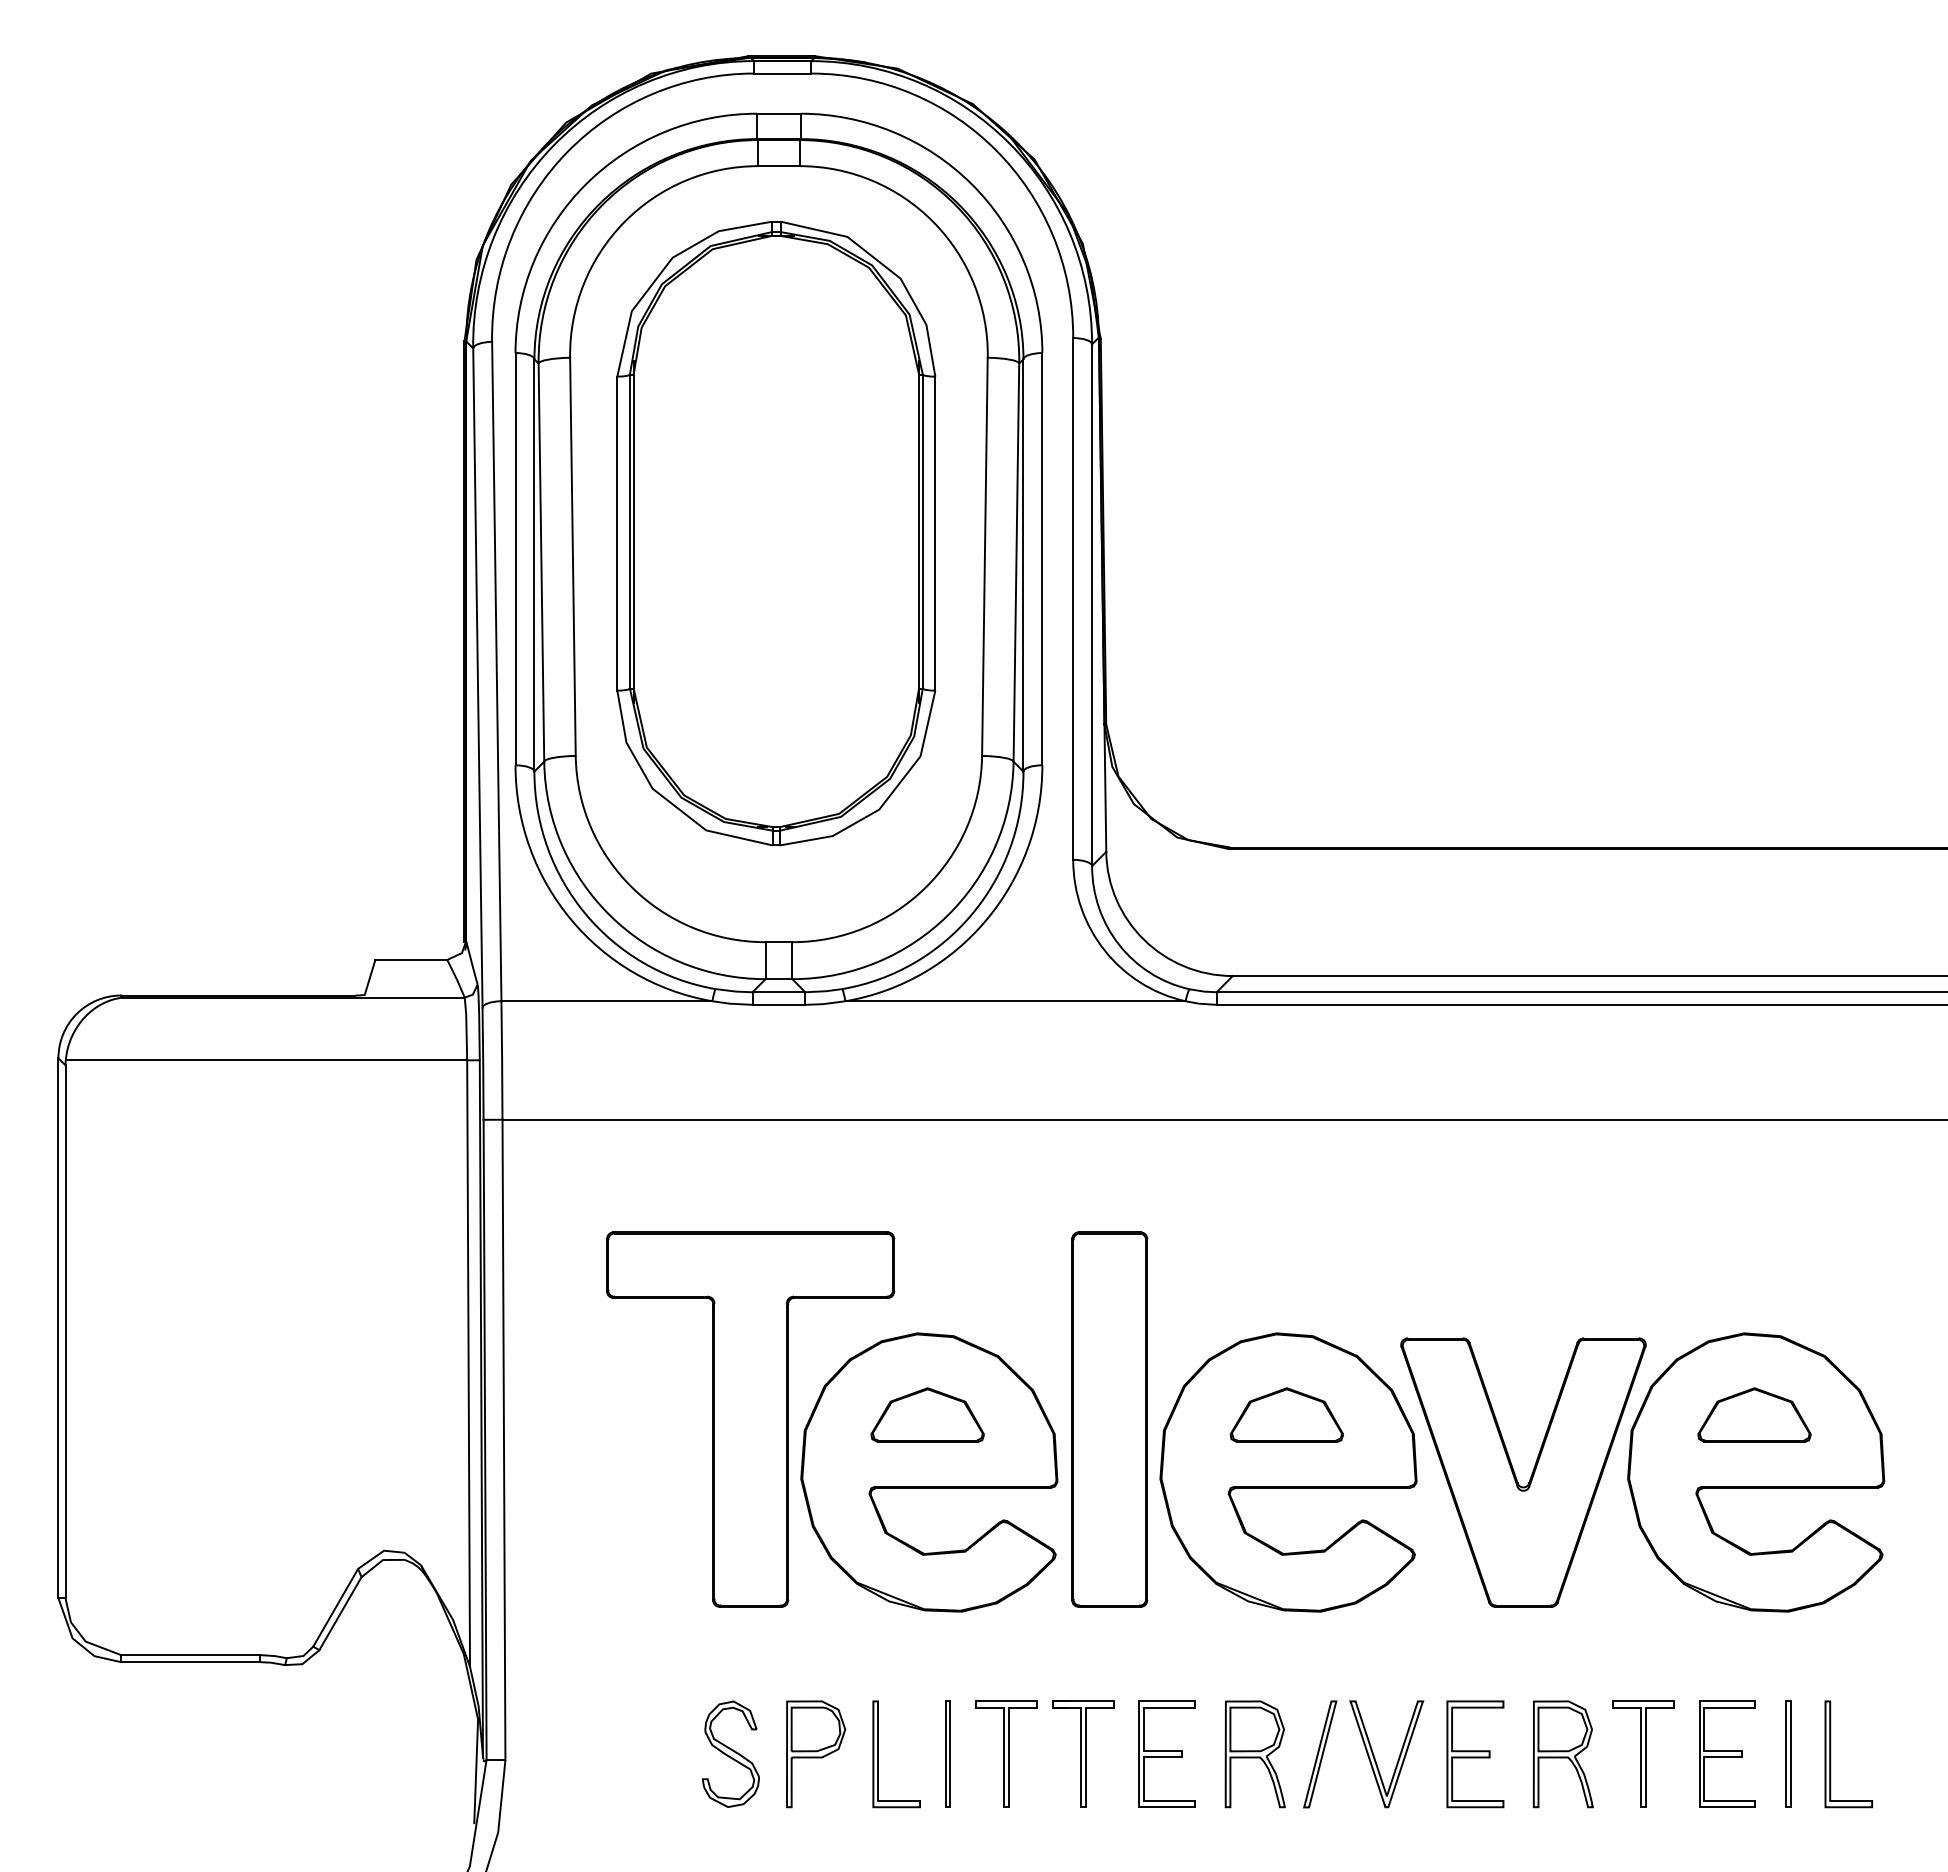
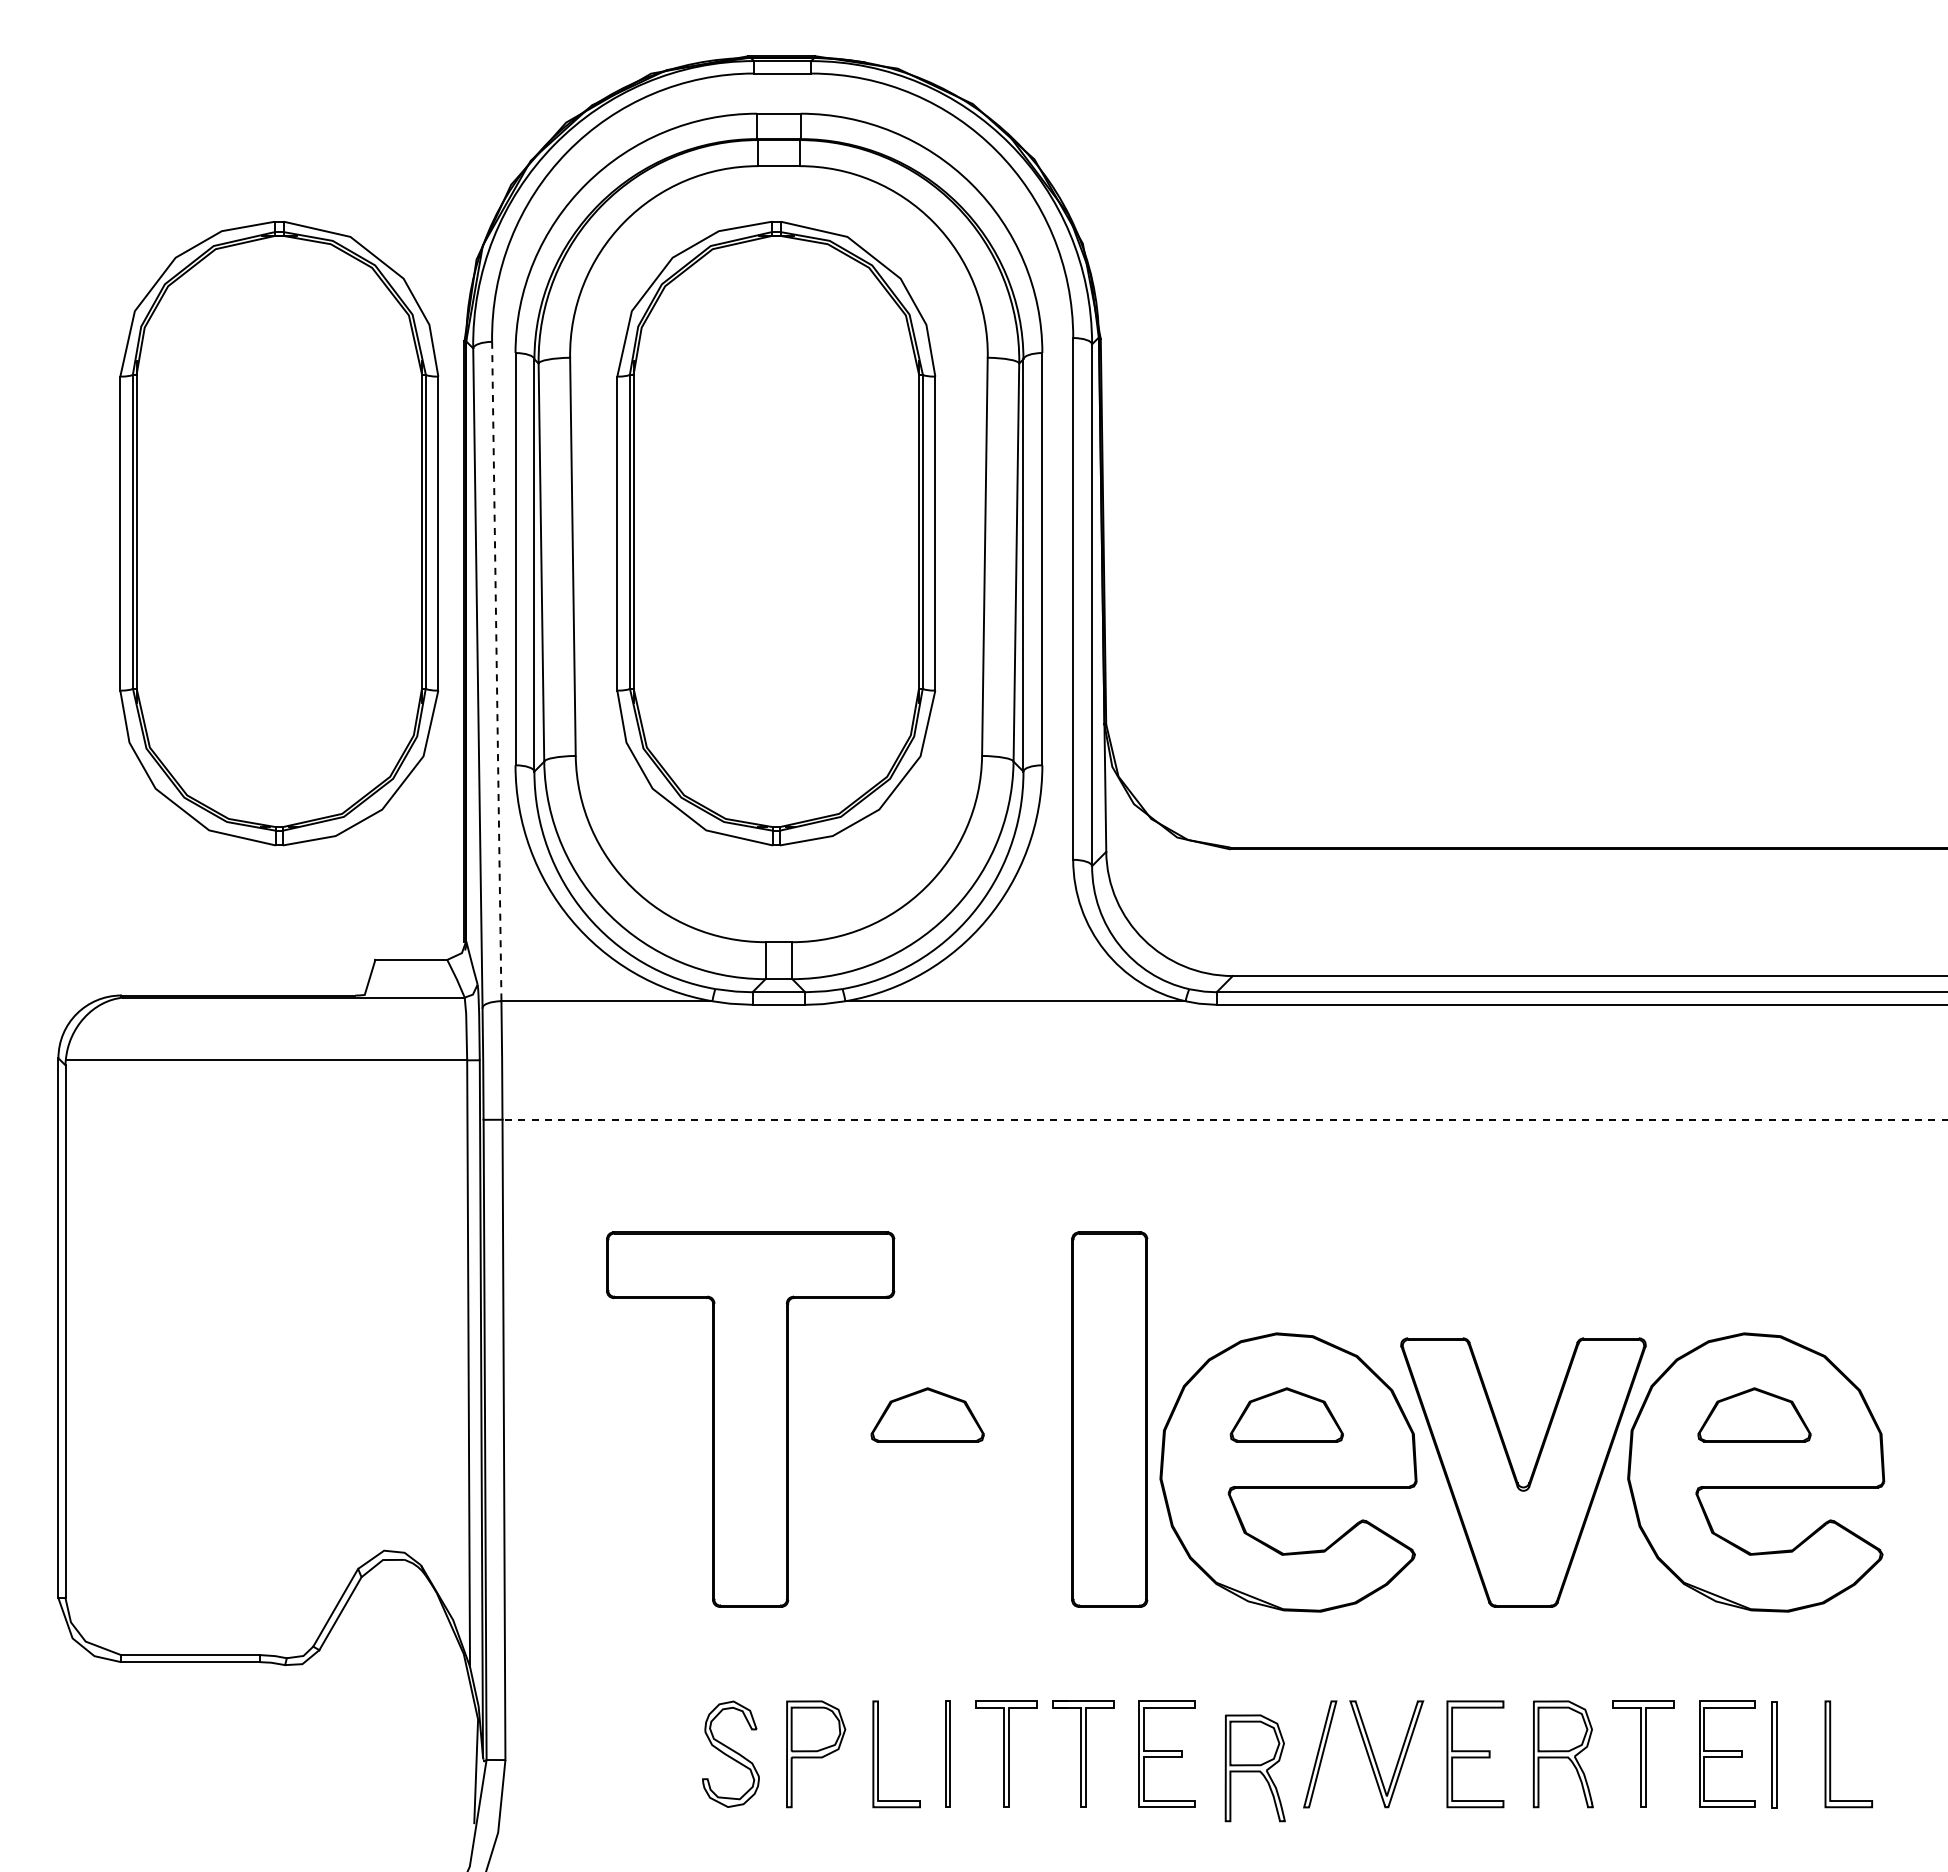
part at (279, 533): none -> present
line at (496, 671): solid -> dashed
line at (1224, 1119): solid -> dashed
part at (929, 1472): present -> none
part at (1788, 1753) position: (1788, 1753) -> (1774, 1754)
part at (1254, 1754) position: (1254, 1754) -> (1254, 1768)
